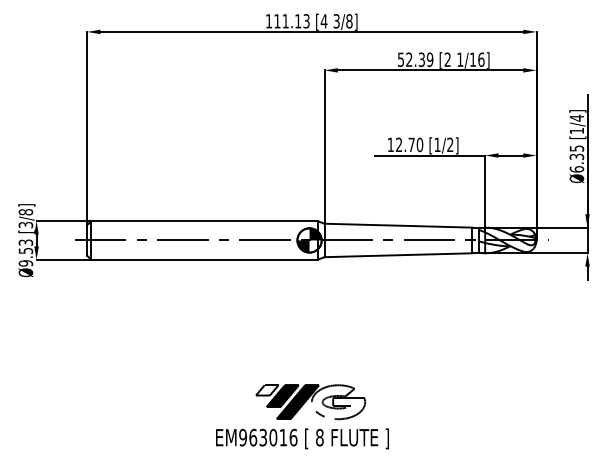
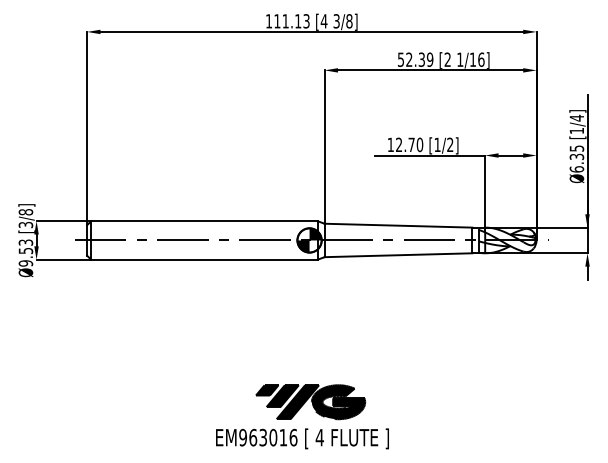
fill at (267, 390): none -> present
fill at (338, 402): none -> present
text at (319, 437): 8 -> 4
